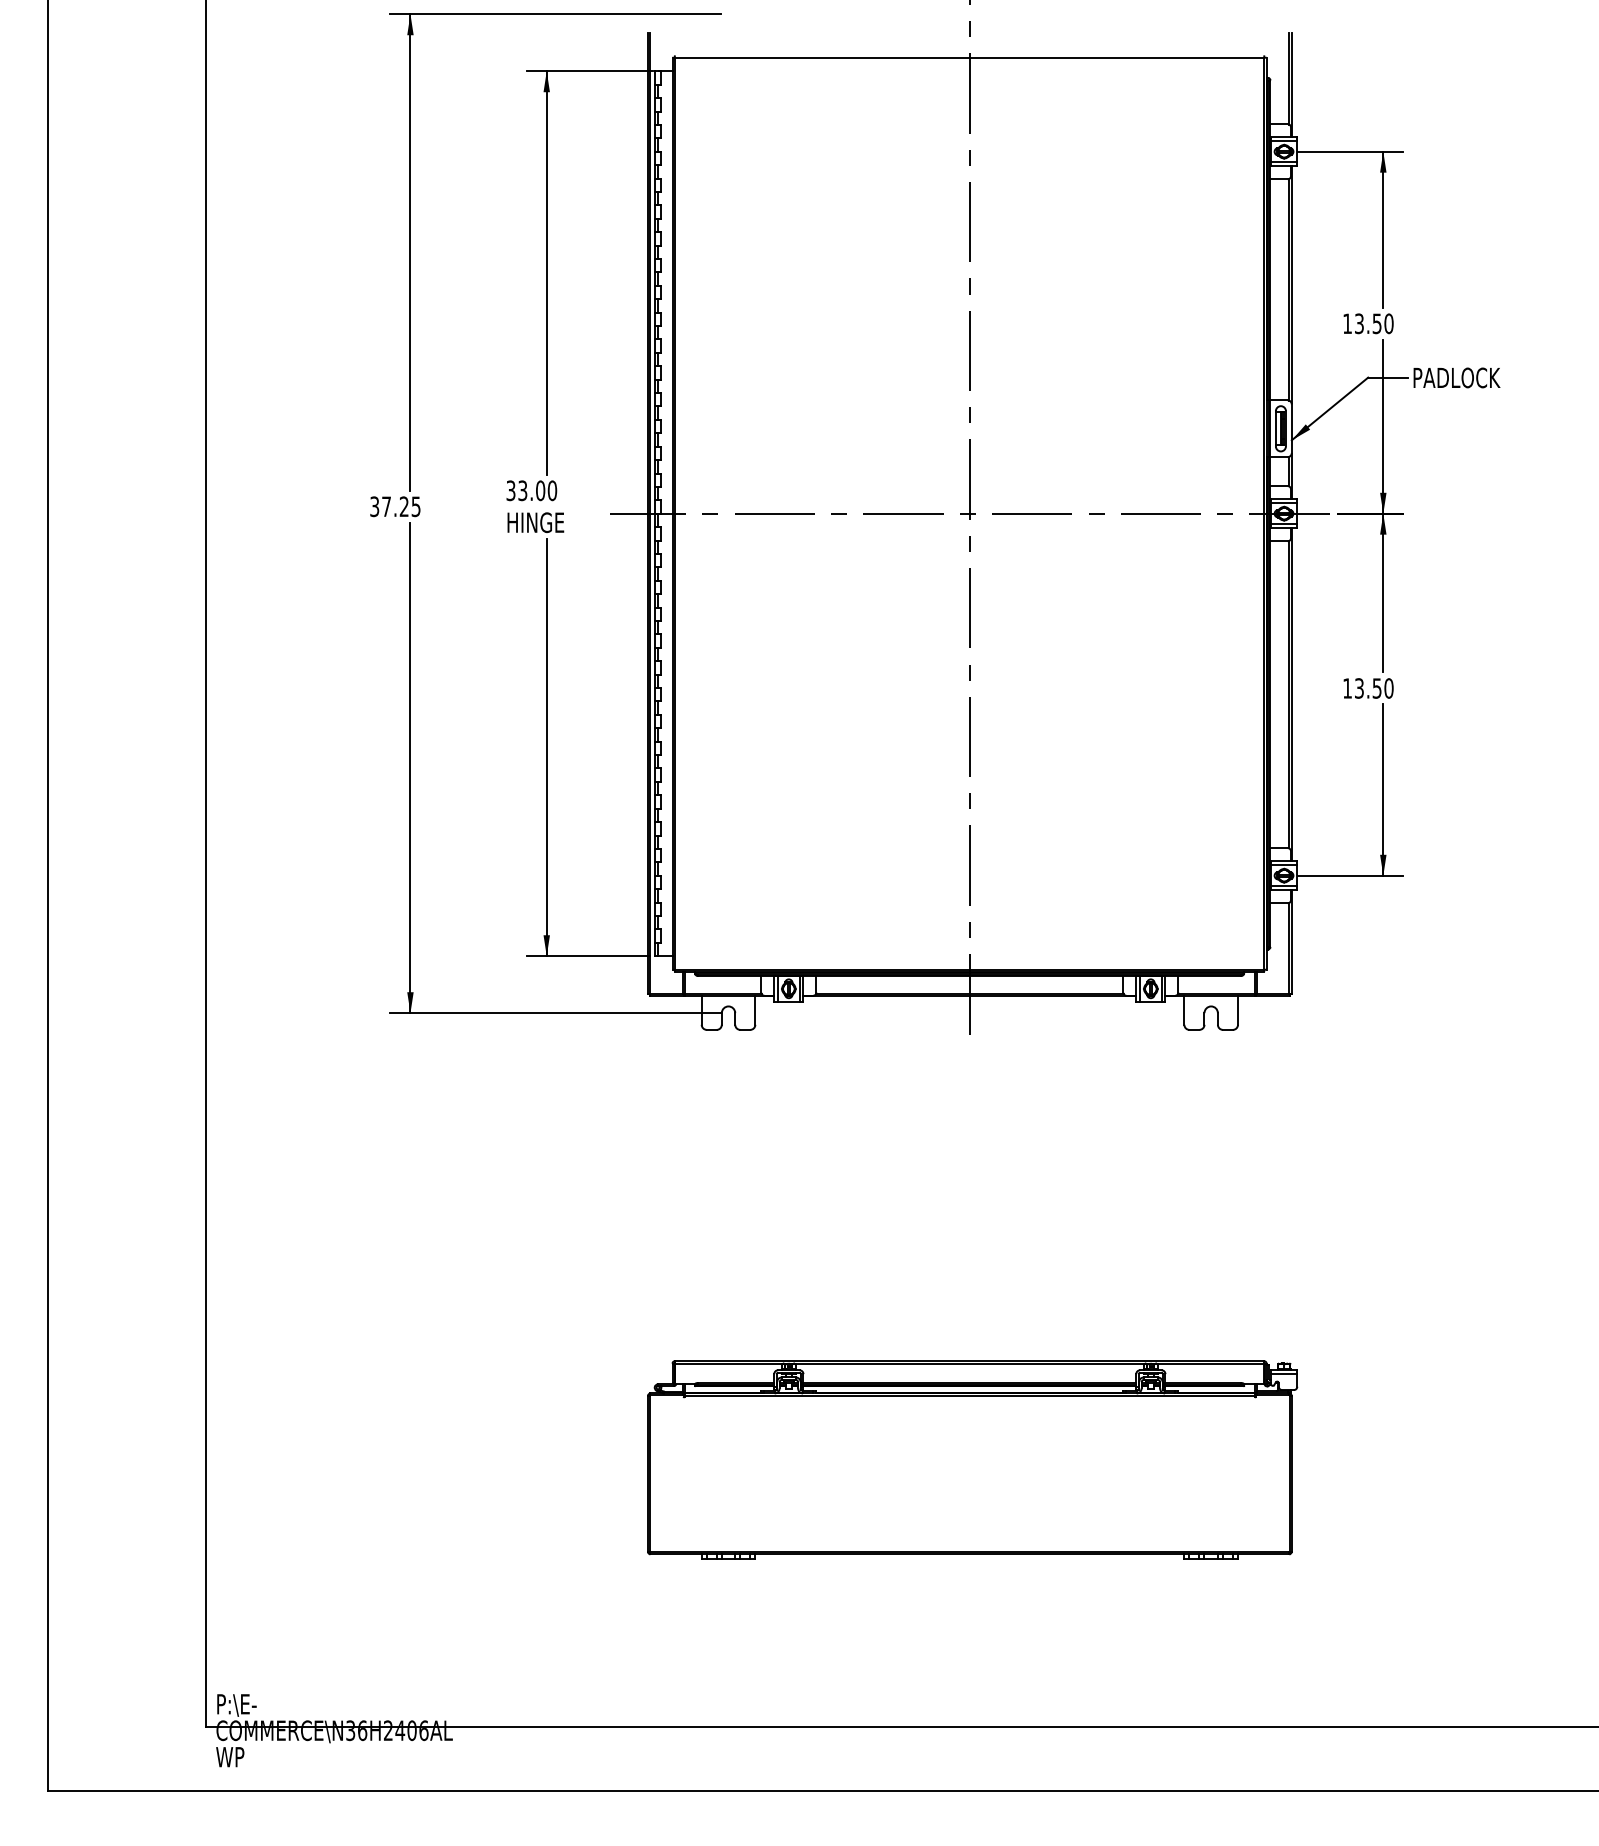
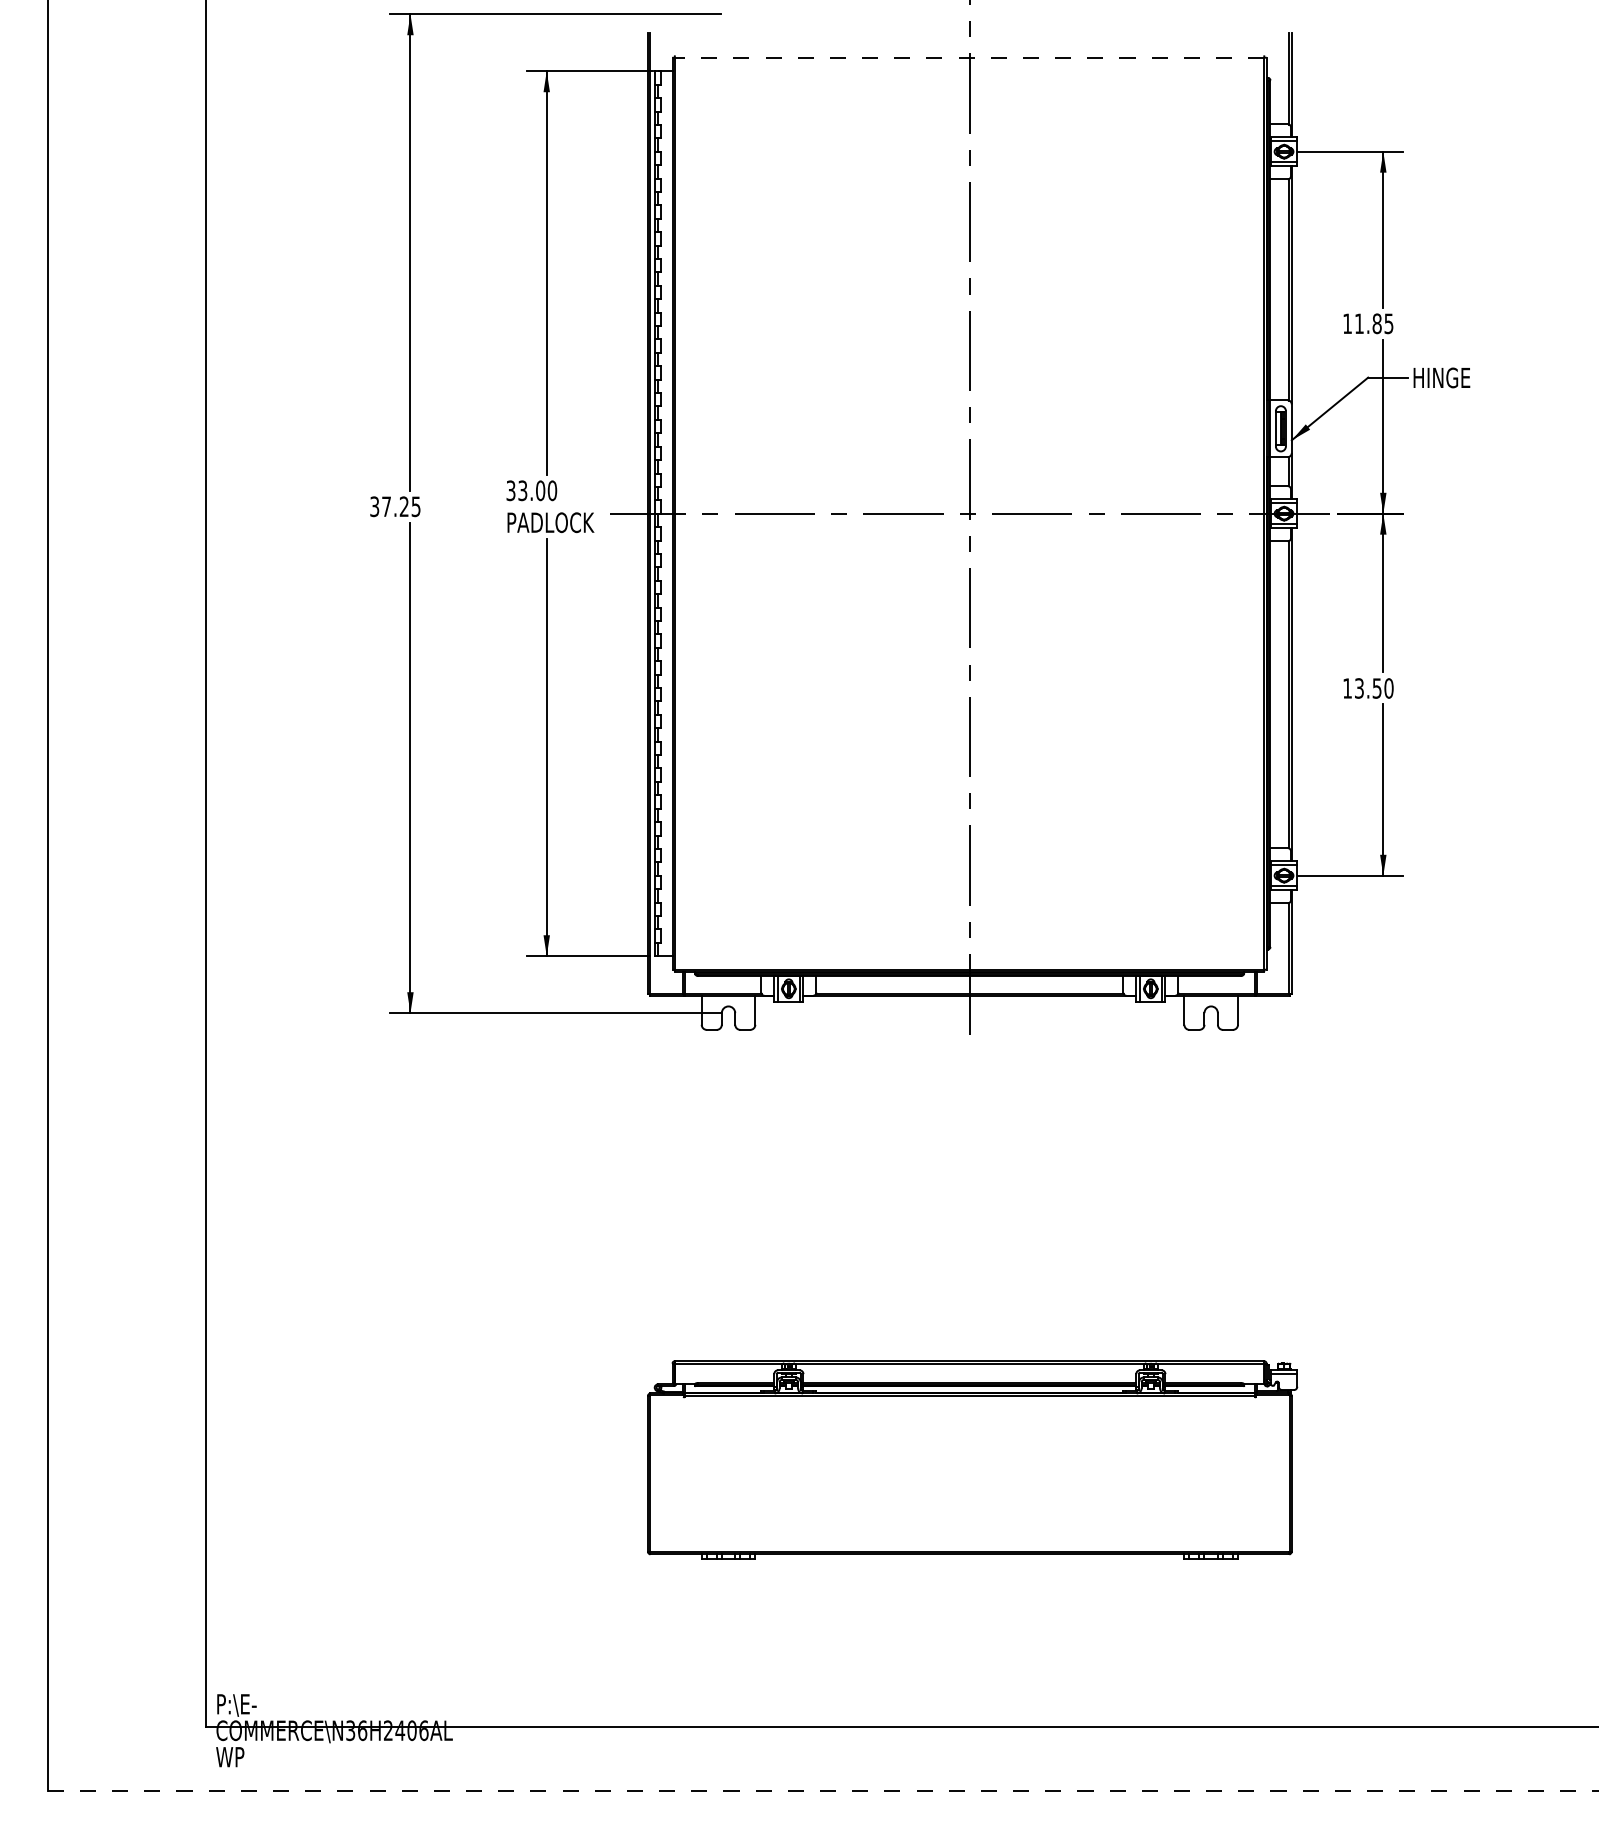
line at (969, 57): solid -> dashed
text at (1374, 323): 13.50 -> 11.85
text at (1457, 377): PADLOCK -> HINGE
text at (551, 522): HINGE -> PADLOCK
line at (823, 1790): solid -> dashed
